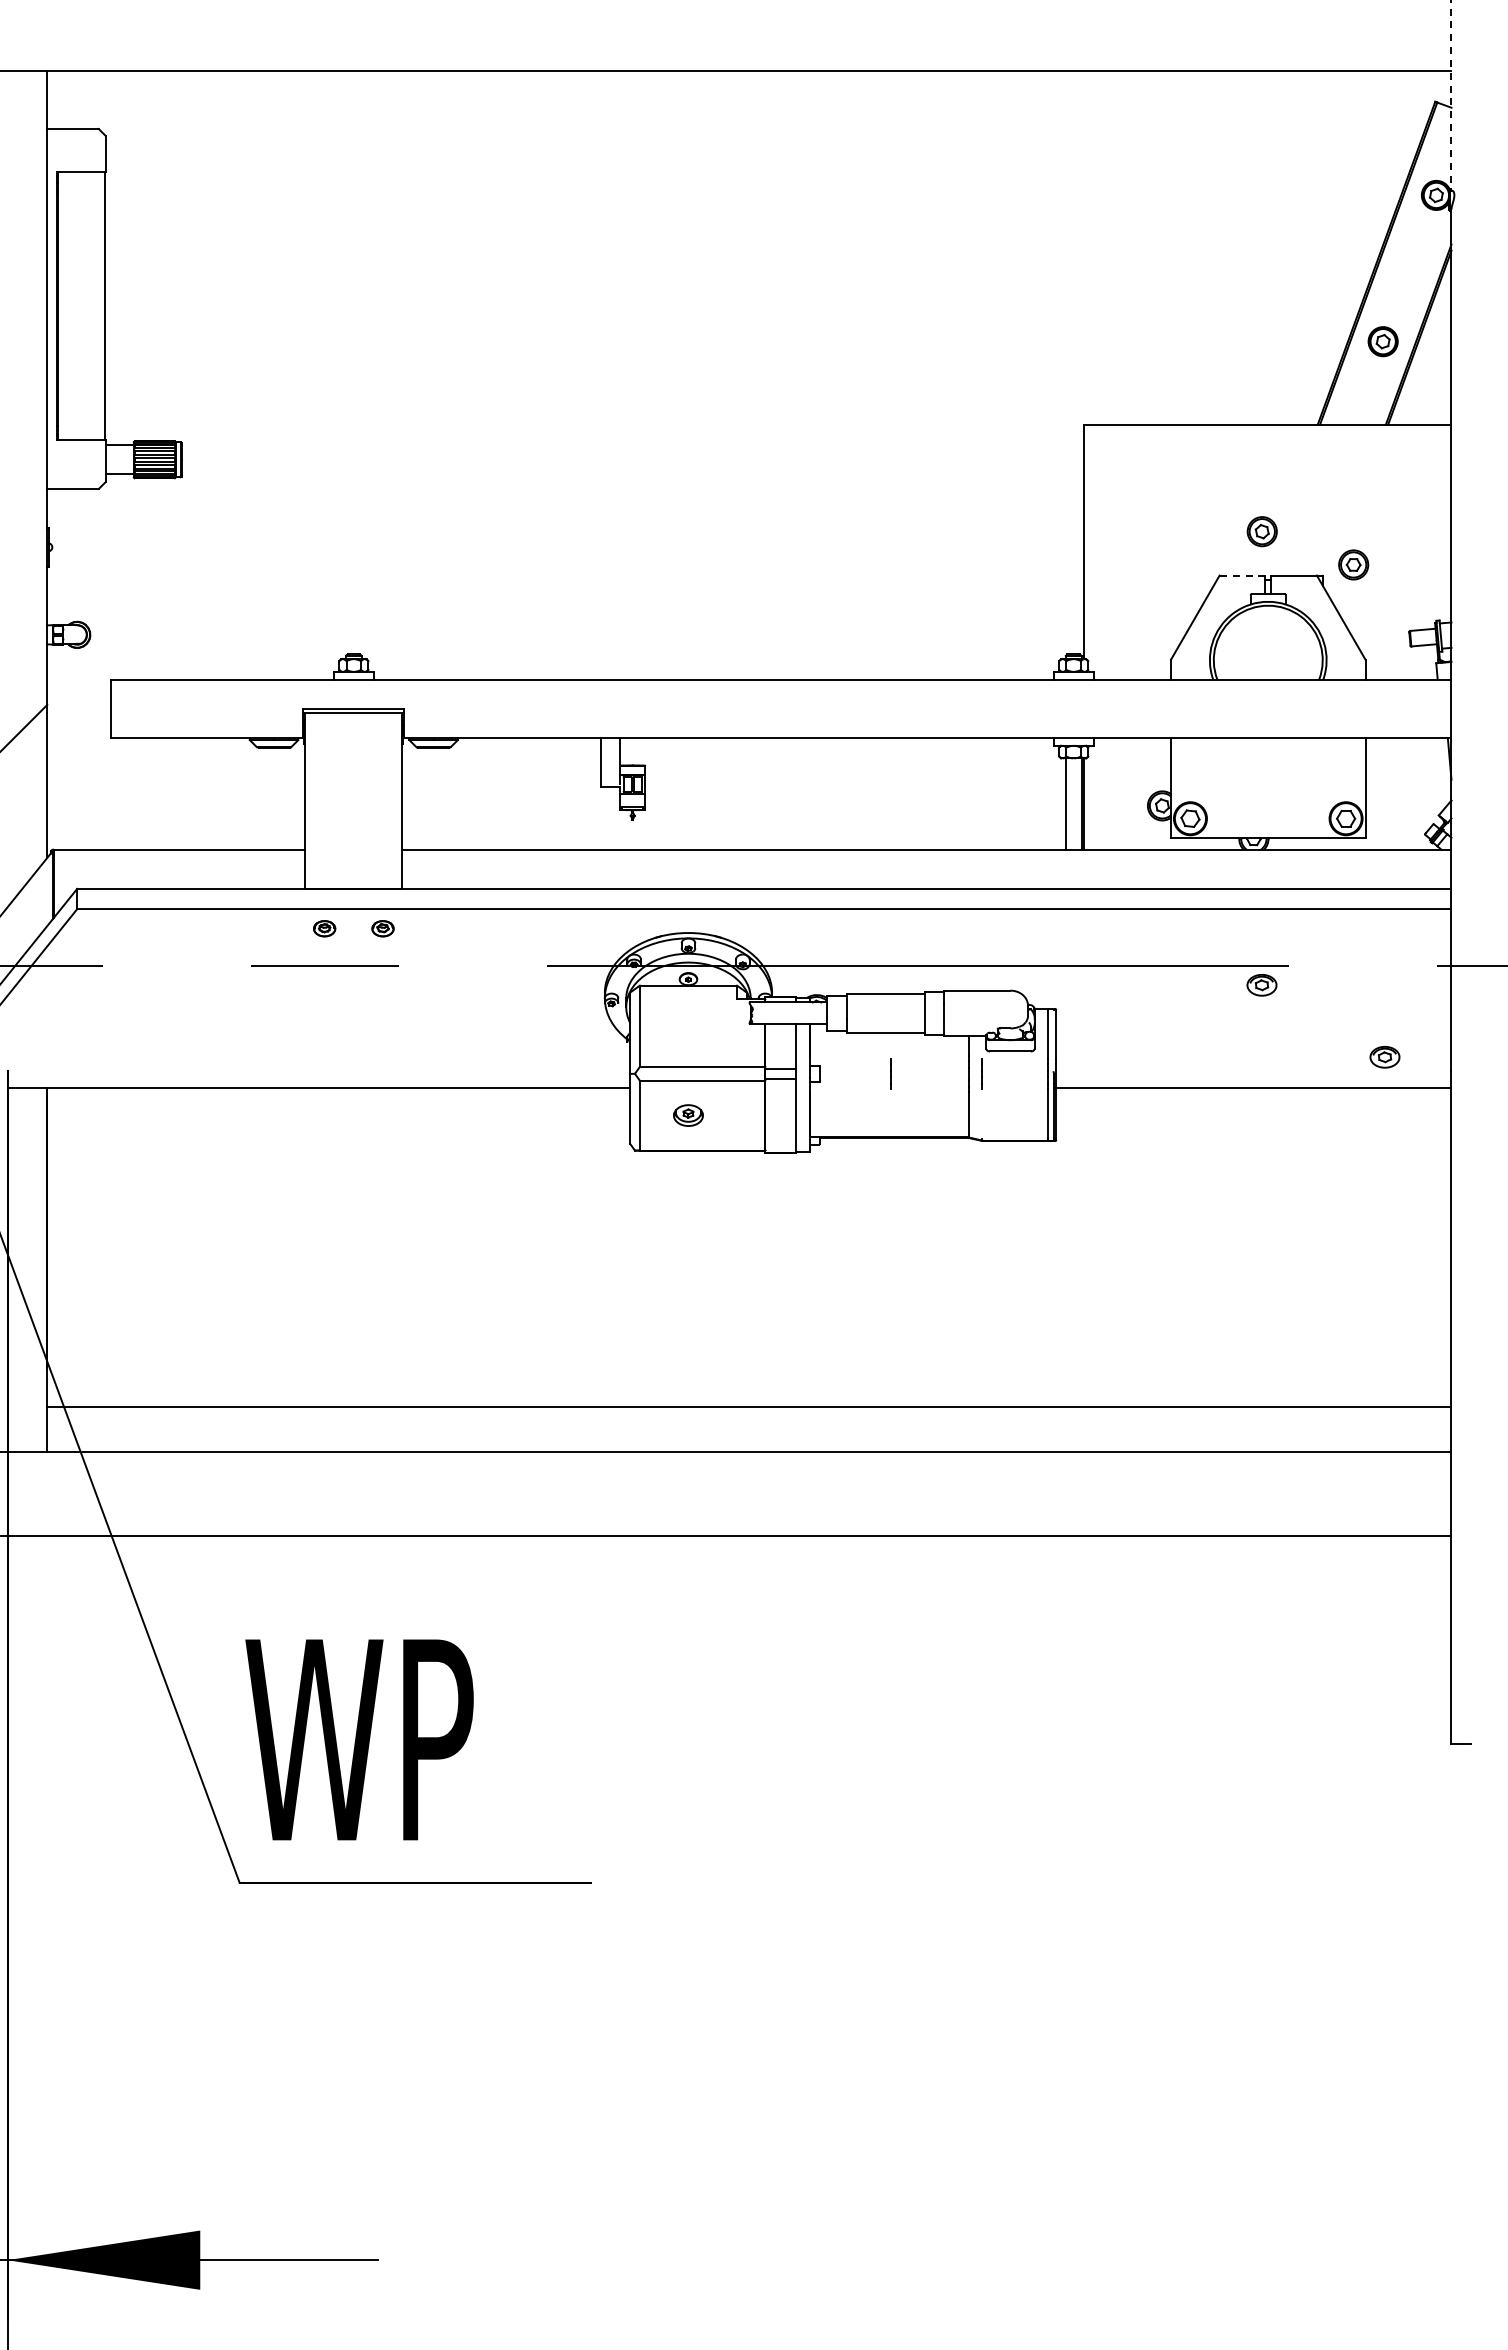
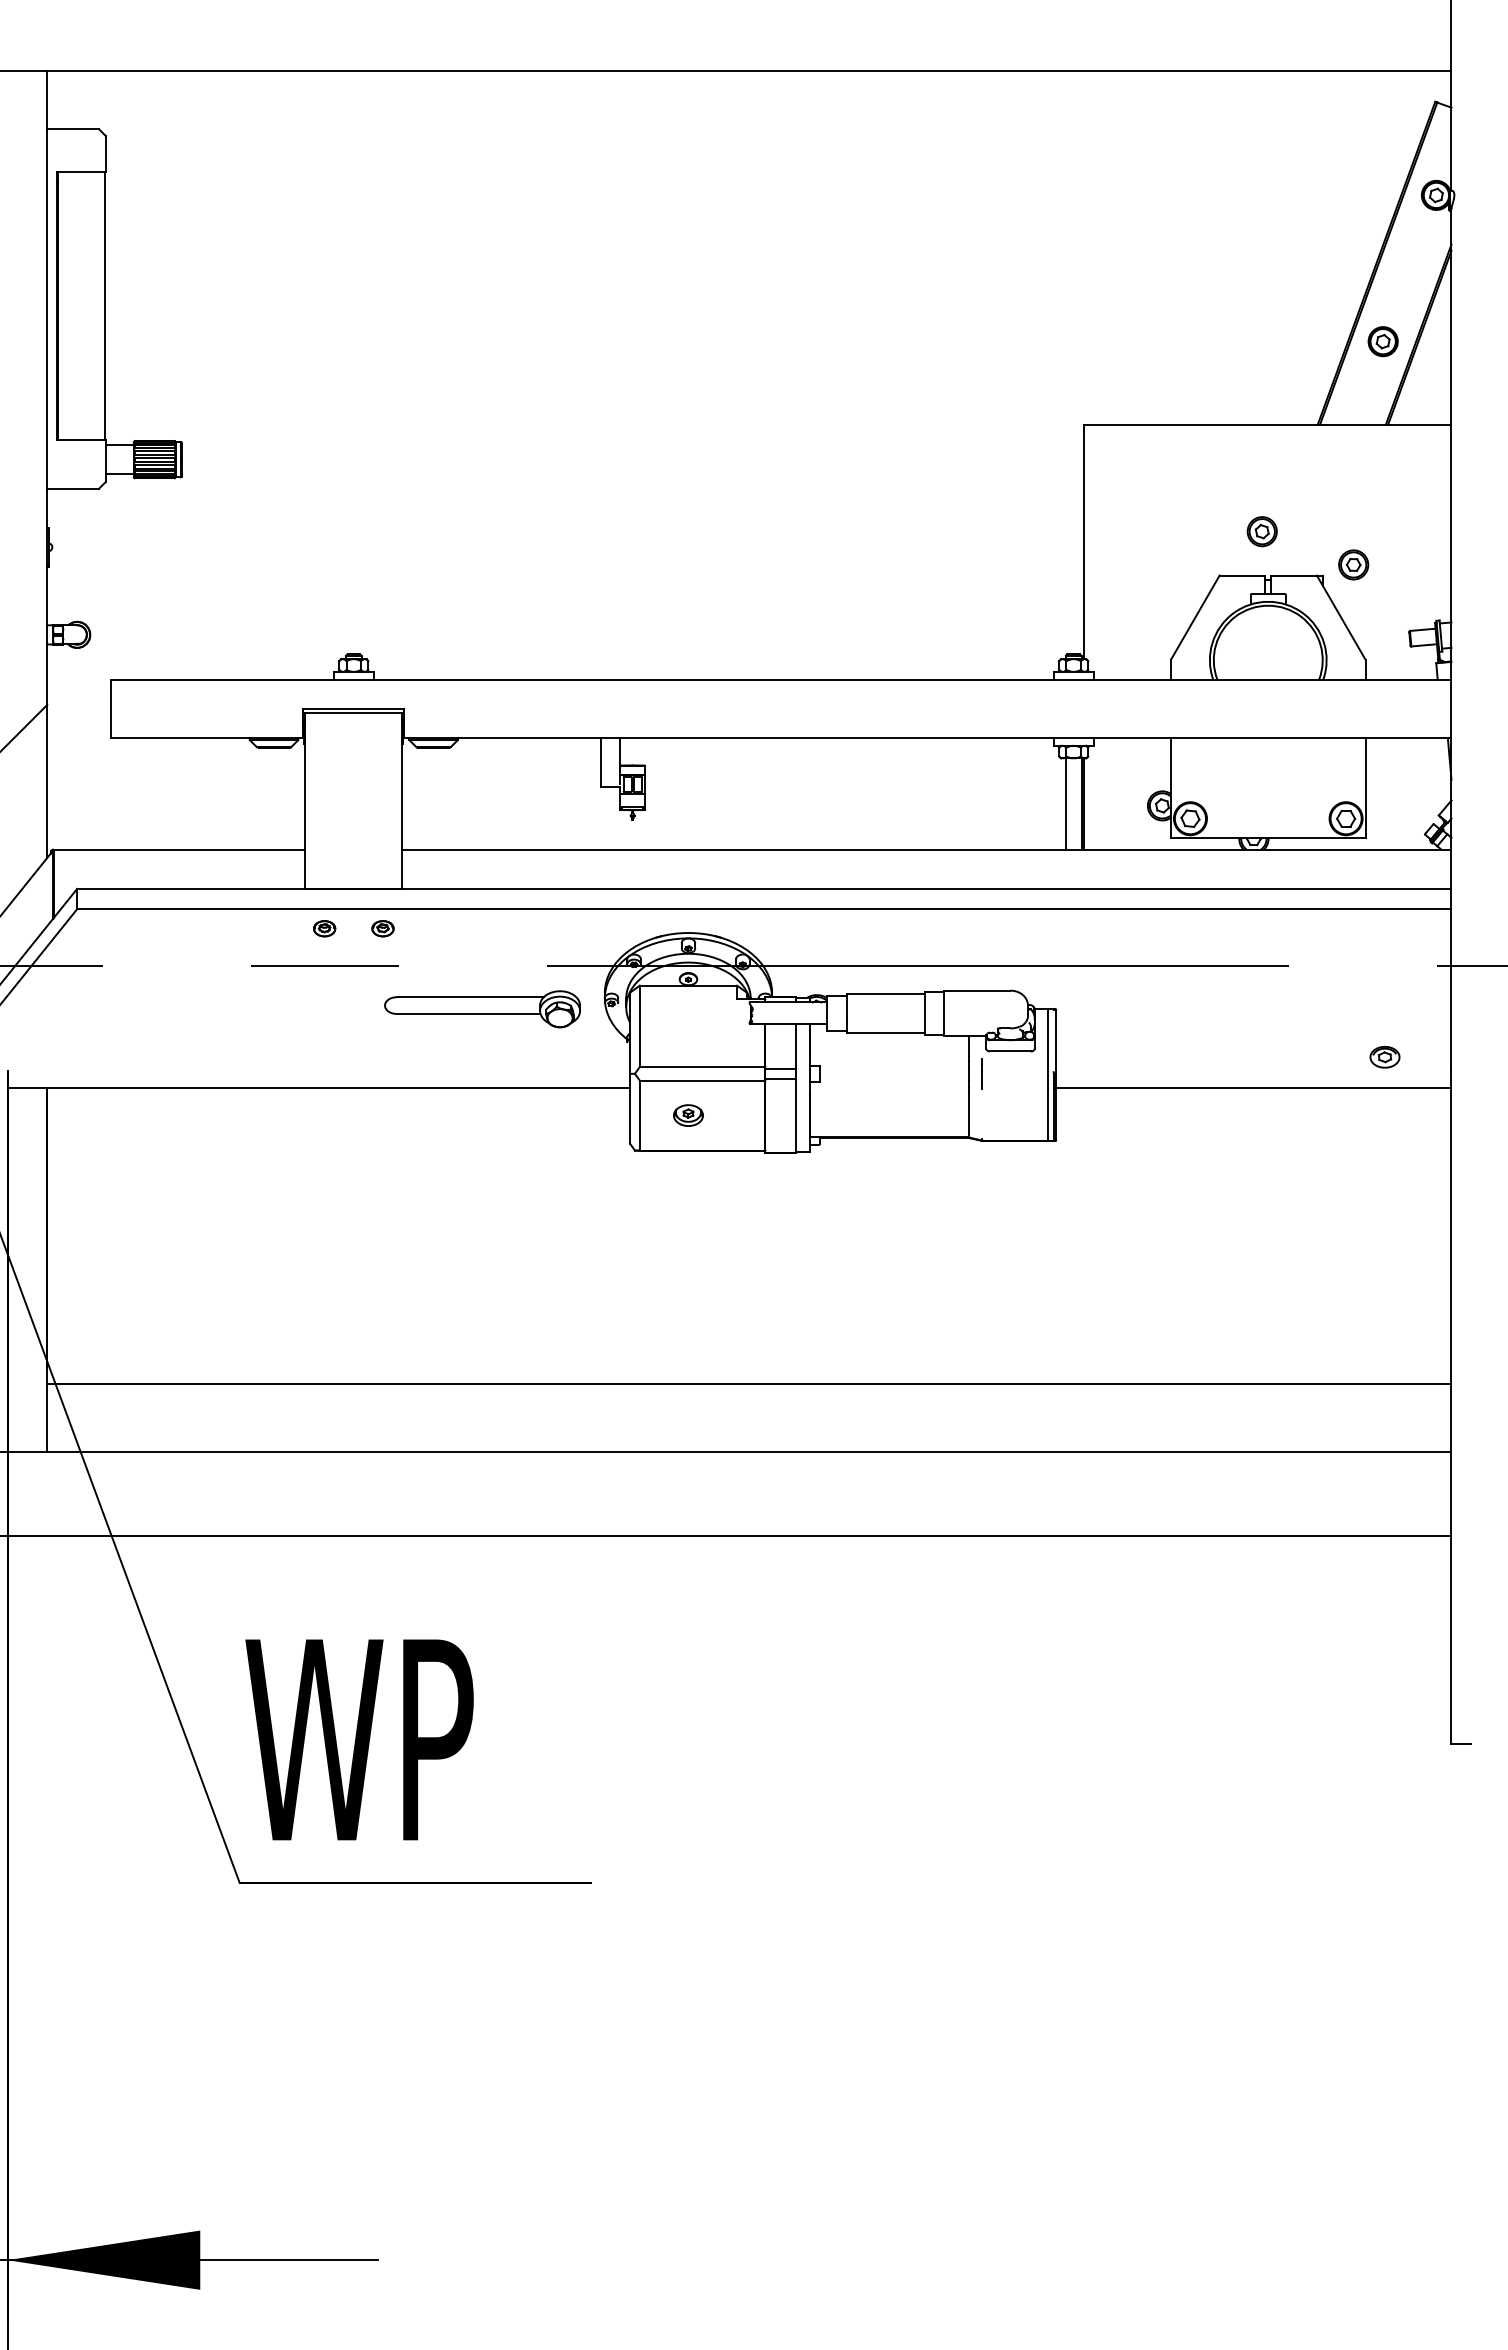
line at (1451, 96): dashed -> solid
line at (1242, 575): dashed -> solid
part at (1261, 985): present -> none
part at (482, 1009): none -> present
line at (890, 1073): present -> none
line at (749, 1406) position: (749, 1406) -> (749, 1383)
